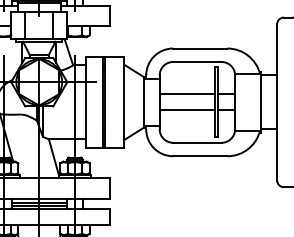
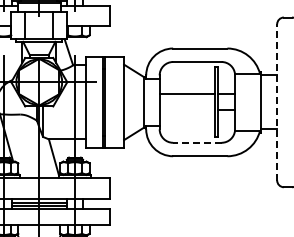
line at (277, 101): solid -> dashed
line at (186, 110): present -> none
line at (196, 142): solid -> dashed
